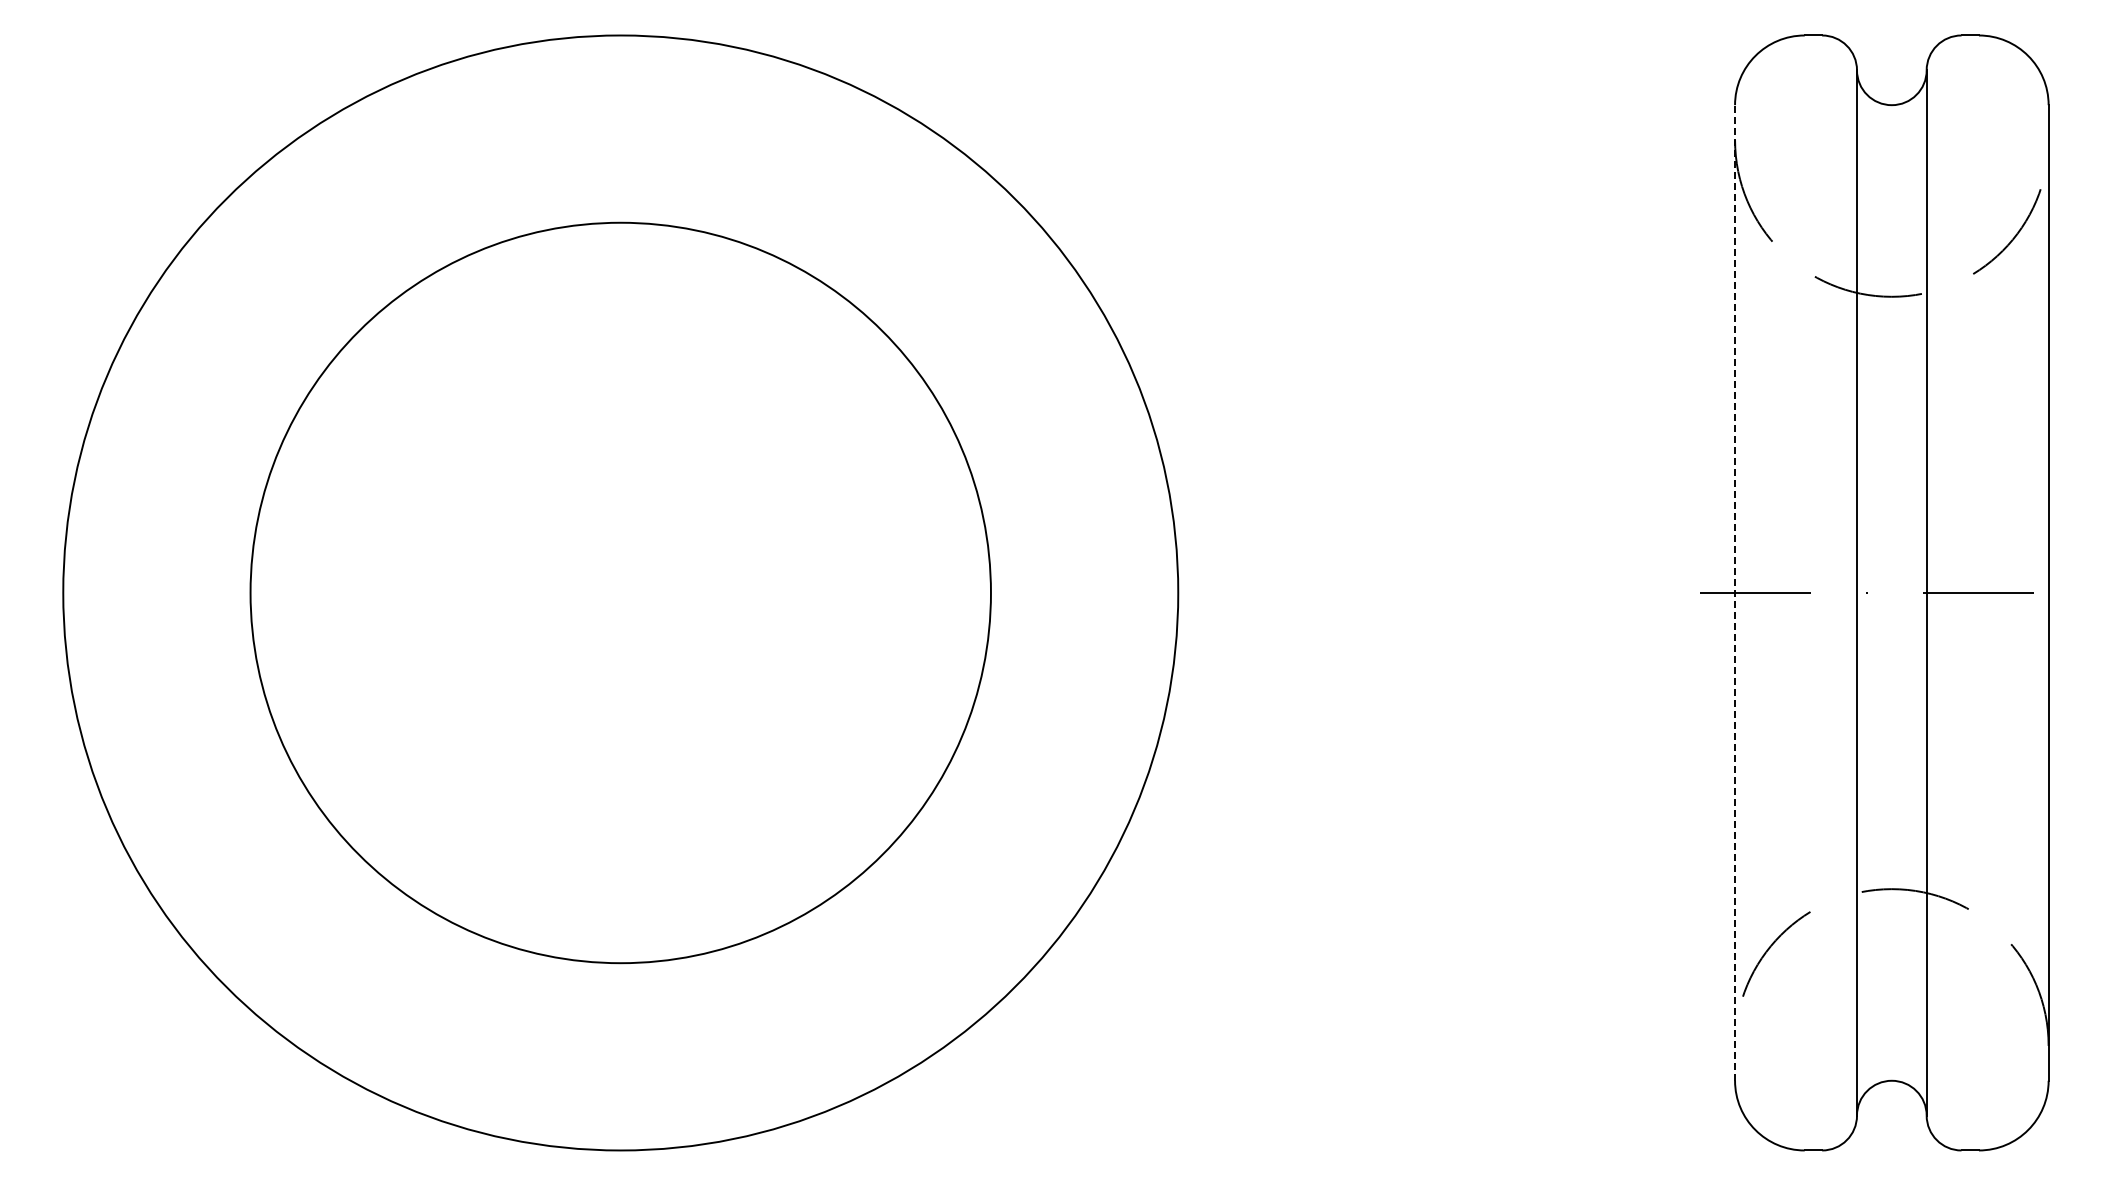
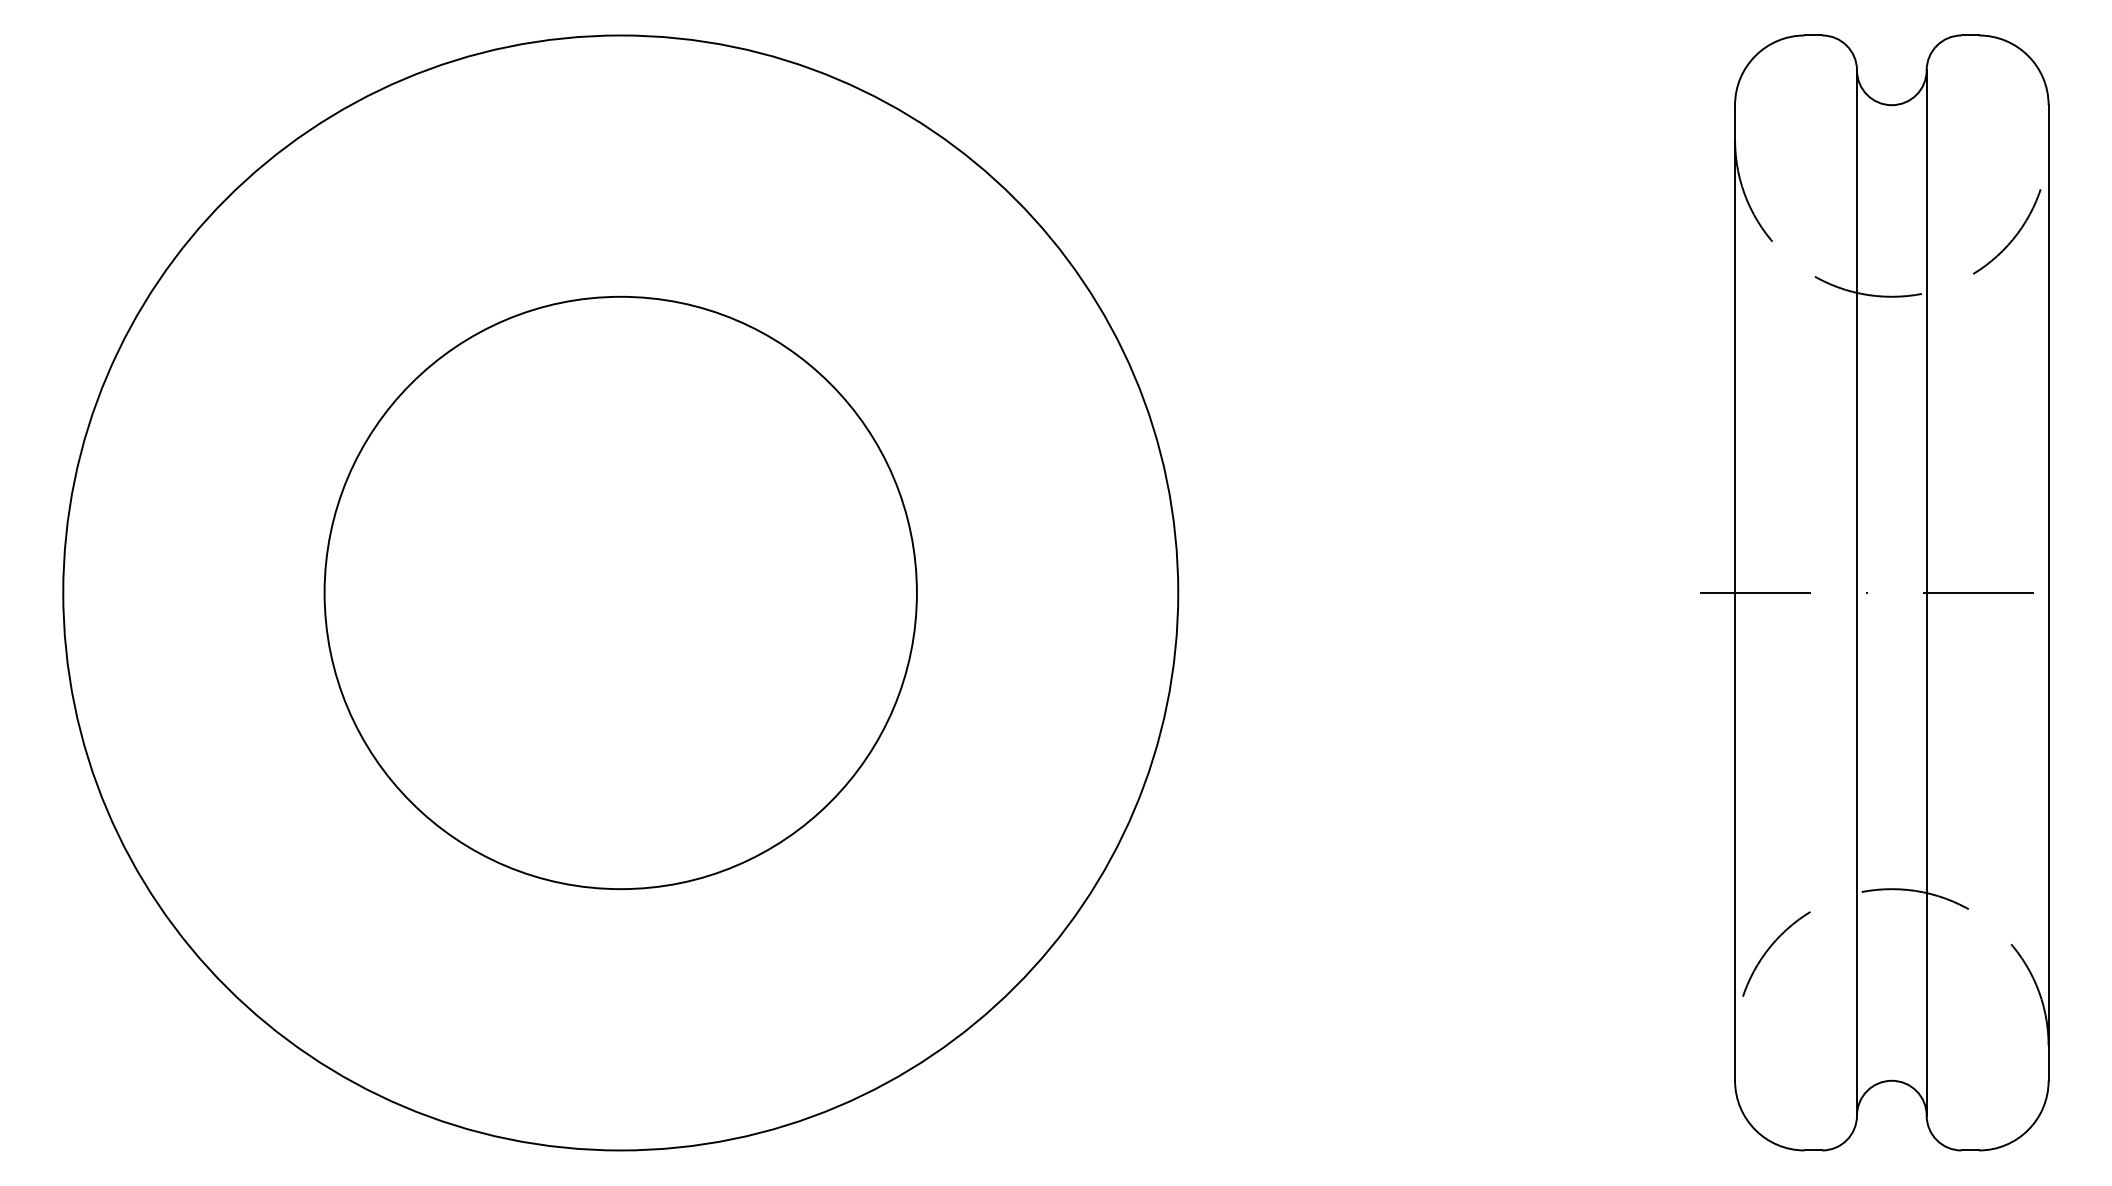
circle at (620, 592) diameter: 740 px -> 592 px
line at (1735, 592): dashed -> solid
